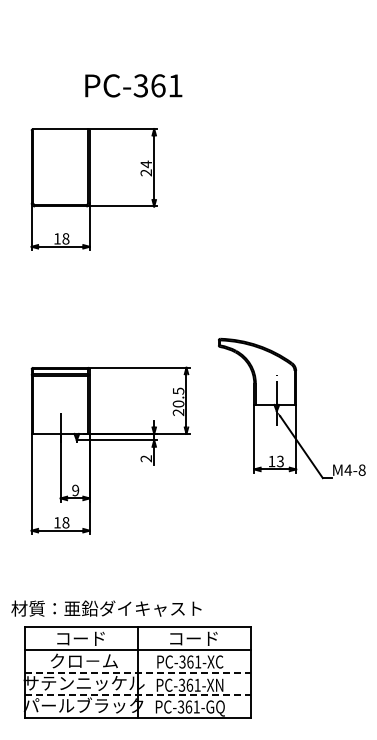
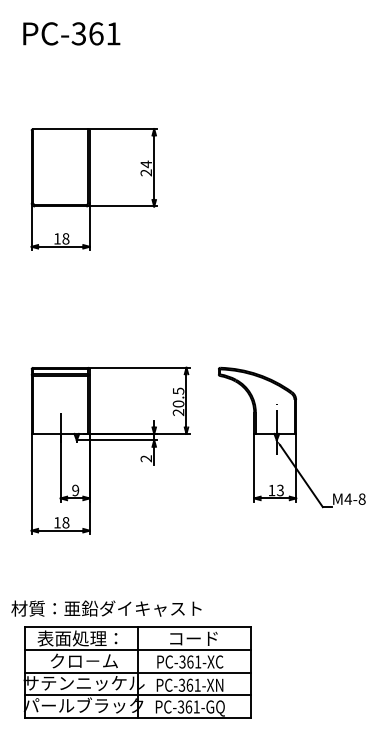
text at (133, 85) position: (133, 85) -> (71, 33)
part at (291, 408) position: (291, 408) -> (291, 437)
text at (77, 638): コード -> 表面処理：
line at (137, 672): dashed -> solid
line at (137, 695): dashed -> solid
